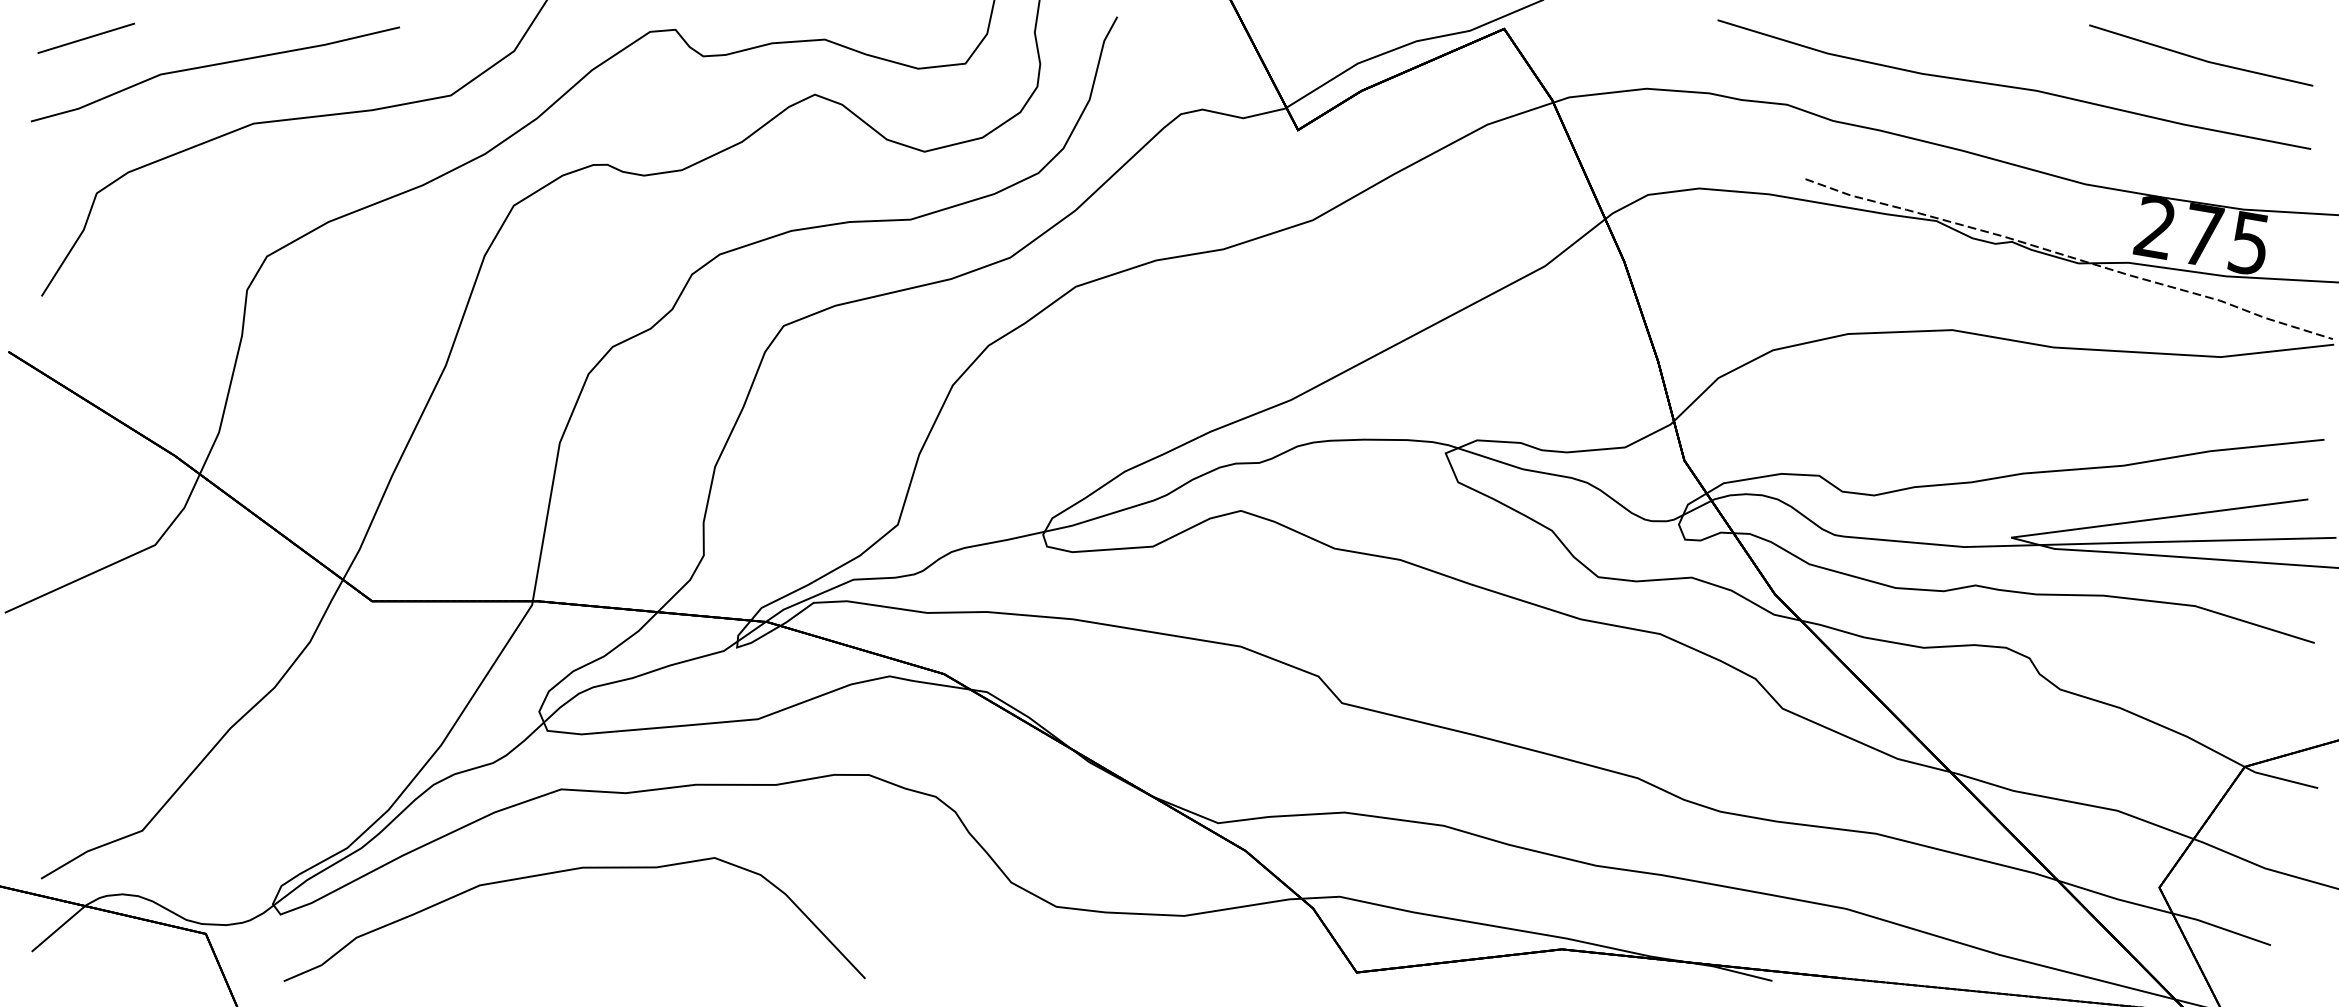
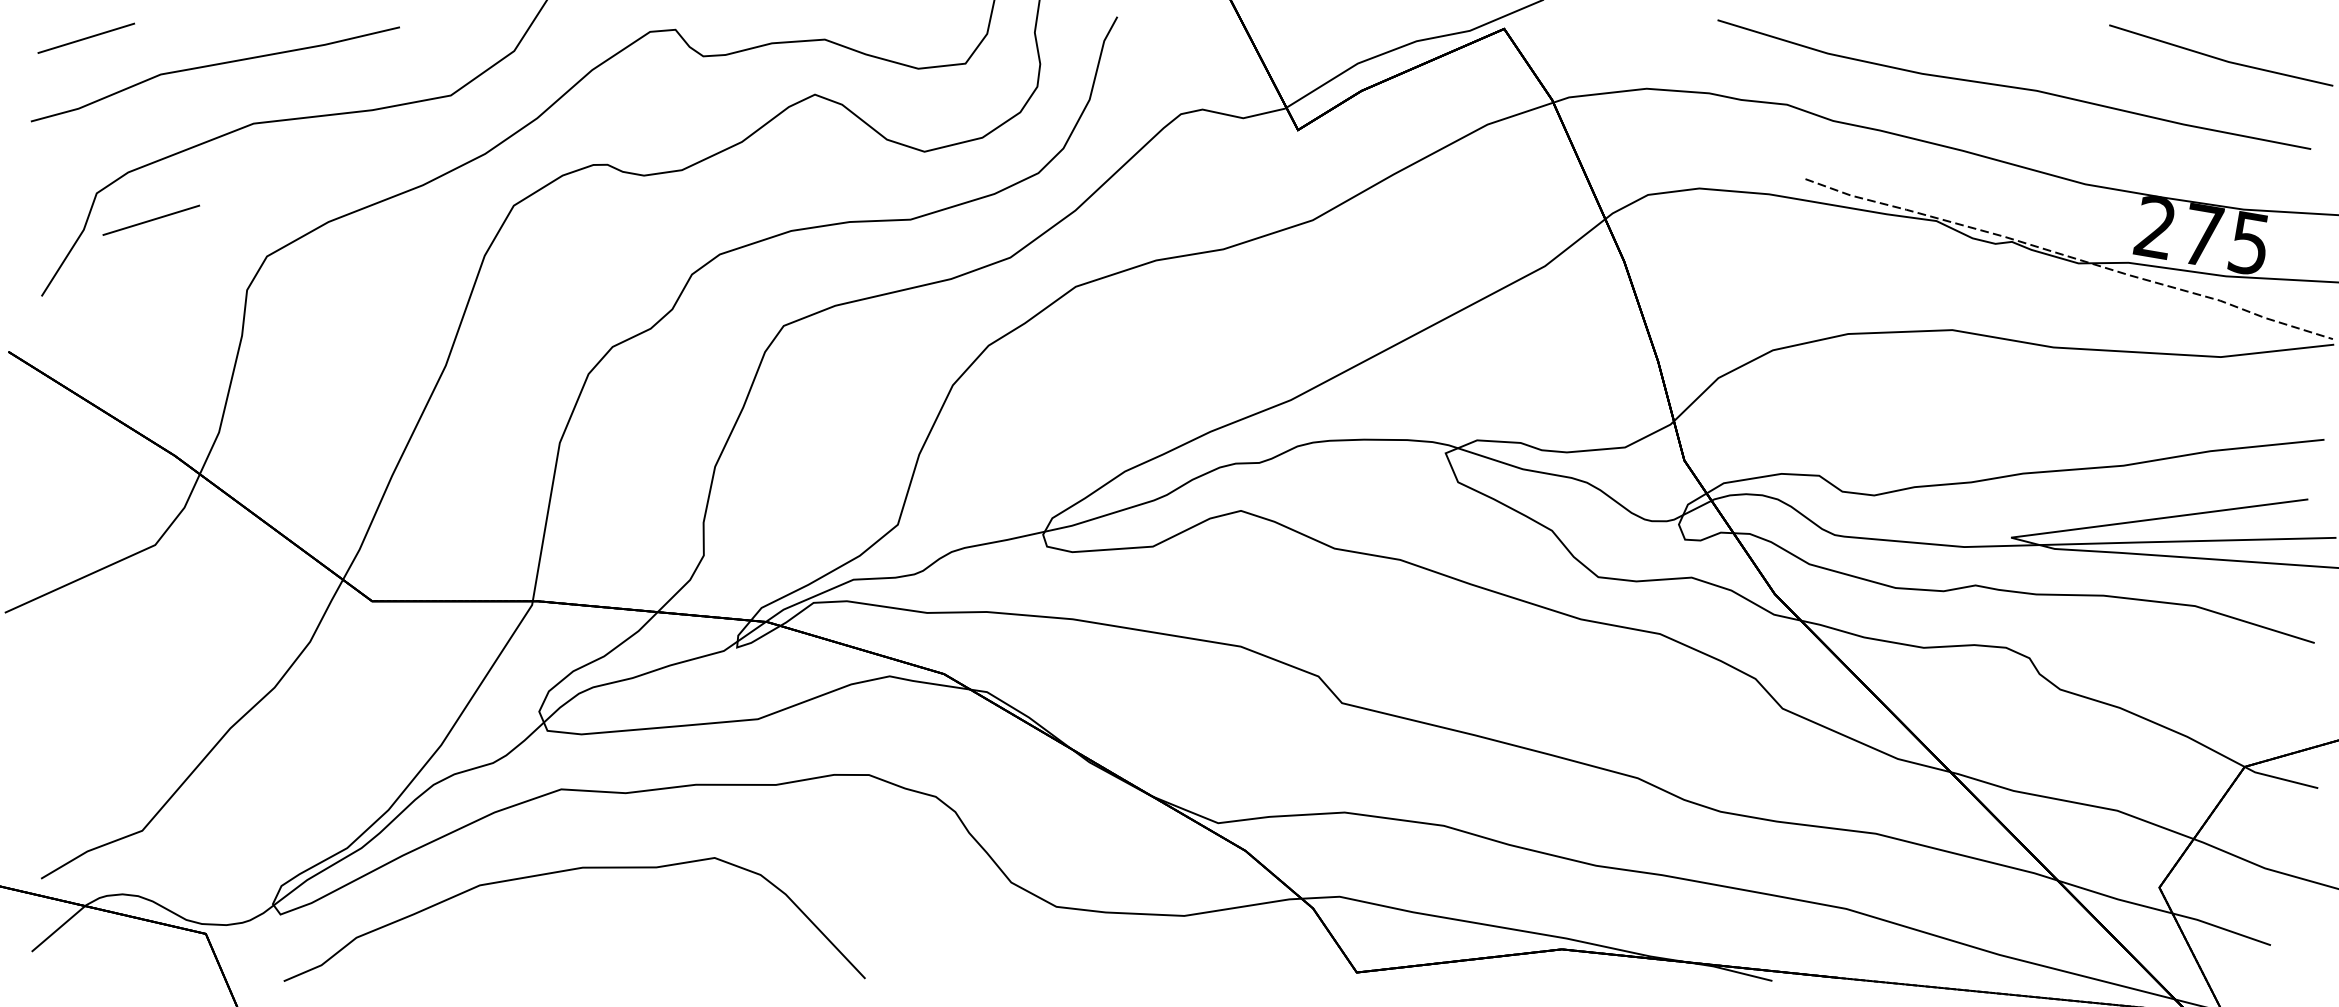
line at (2201, 58) position: (2201, 58) -> (2221, 58)
line at (151, 219): none -> present
